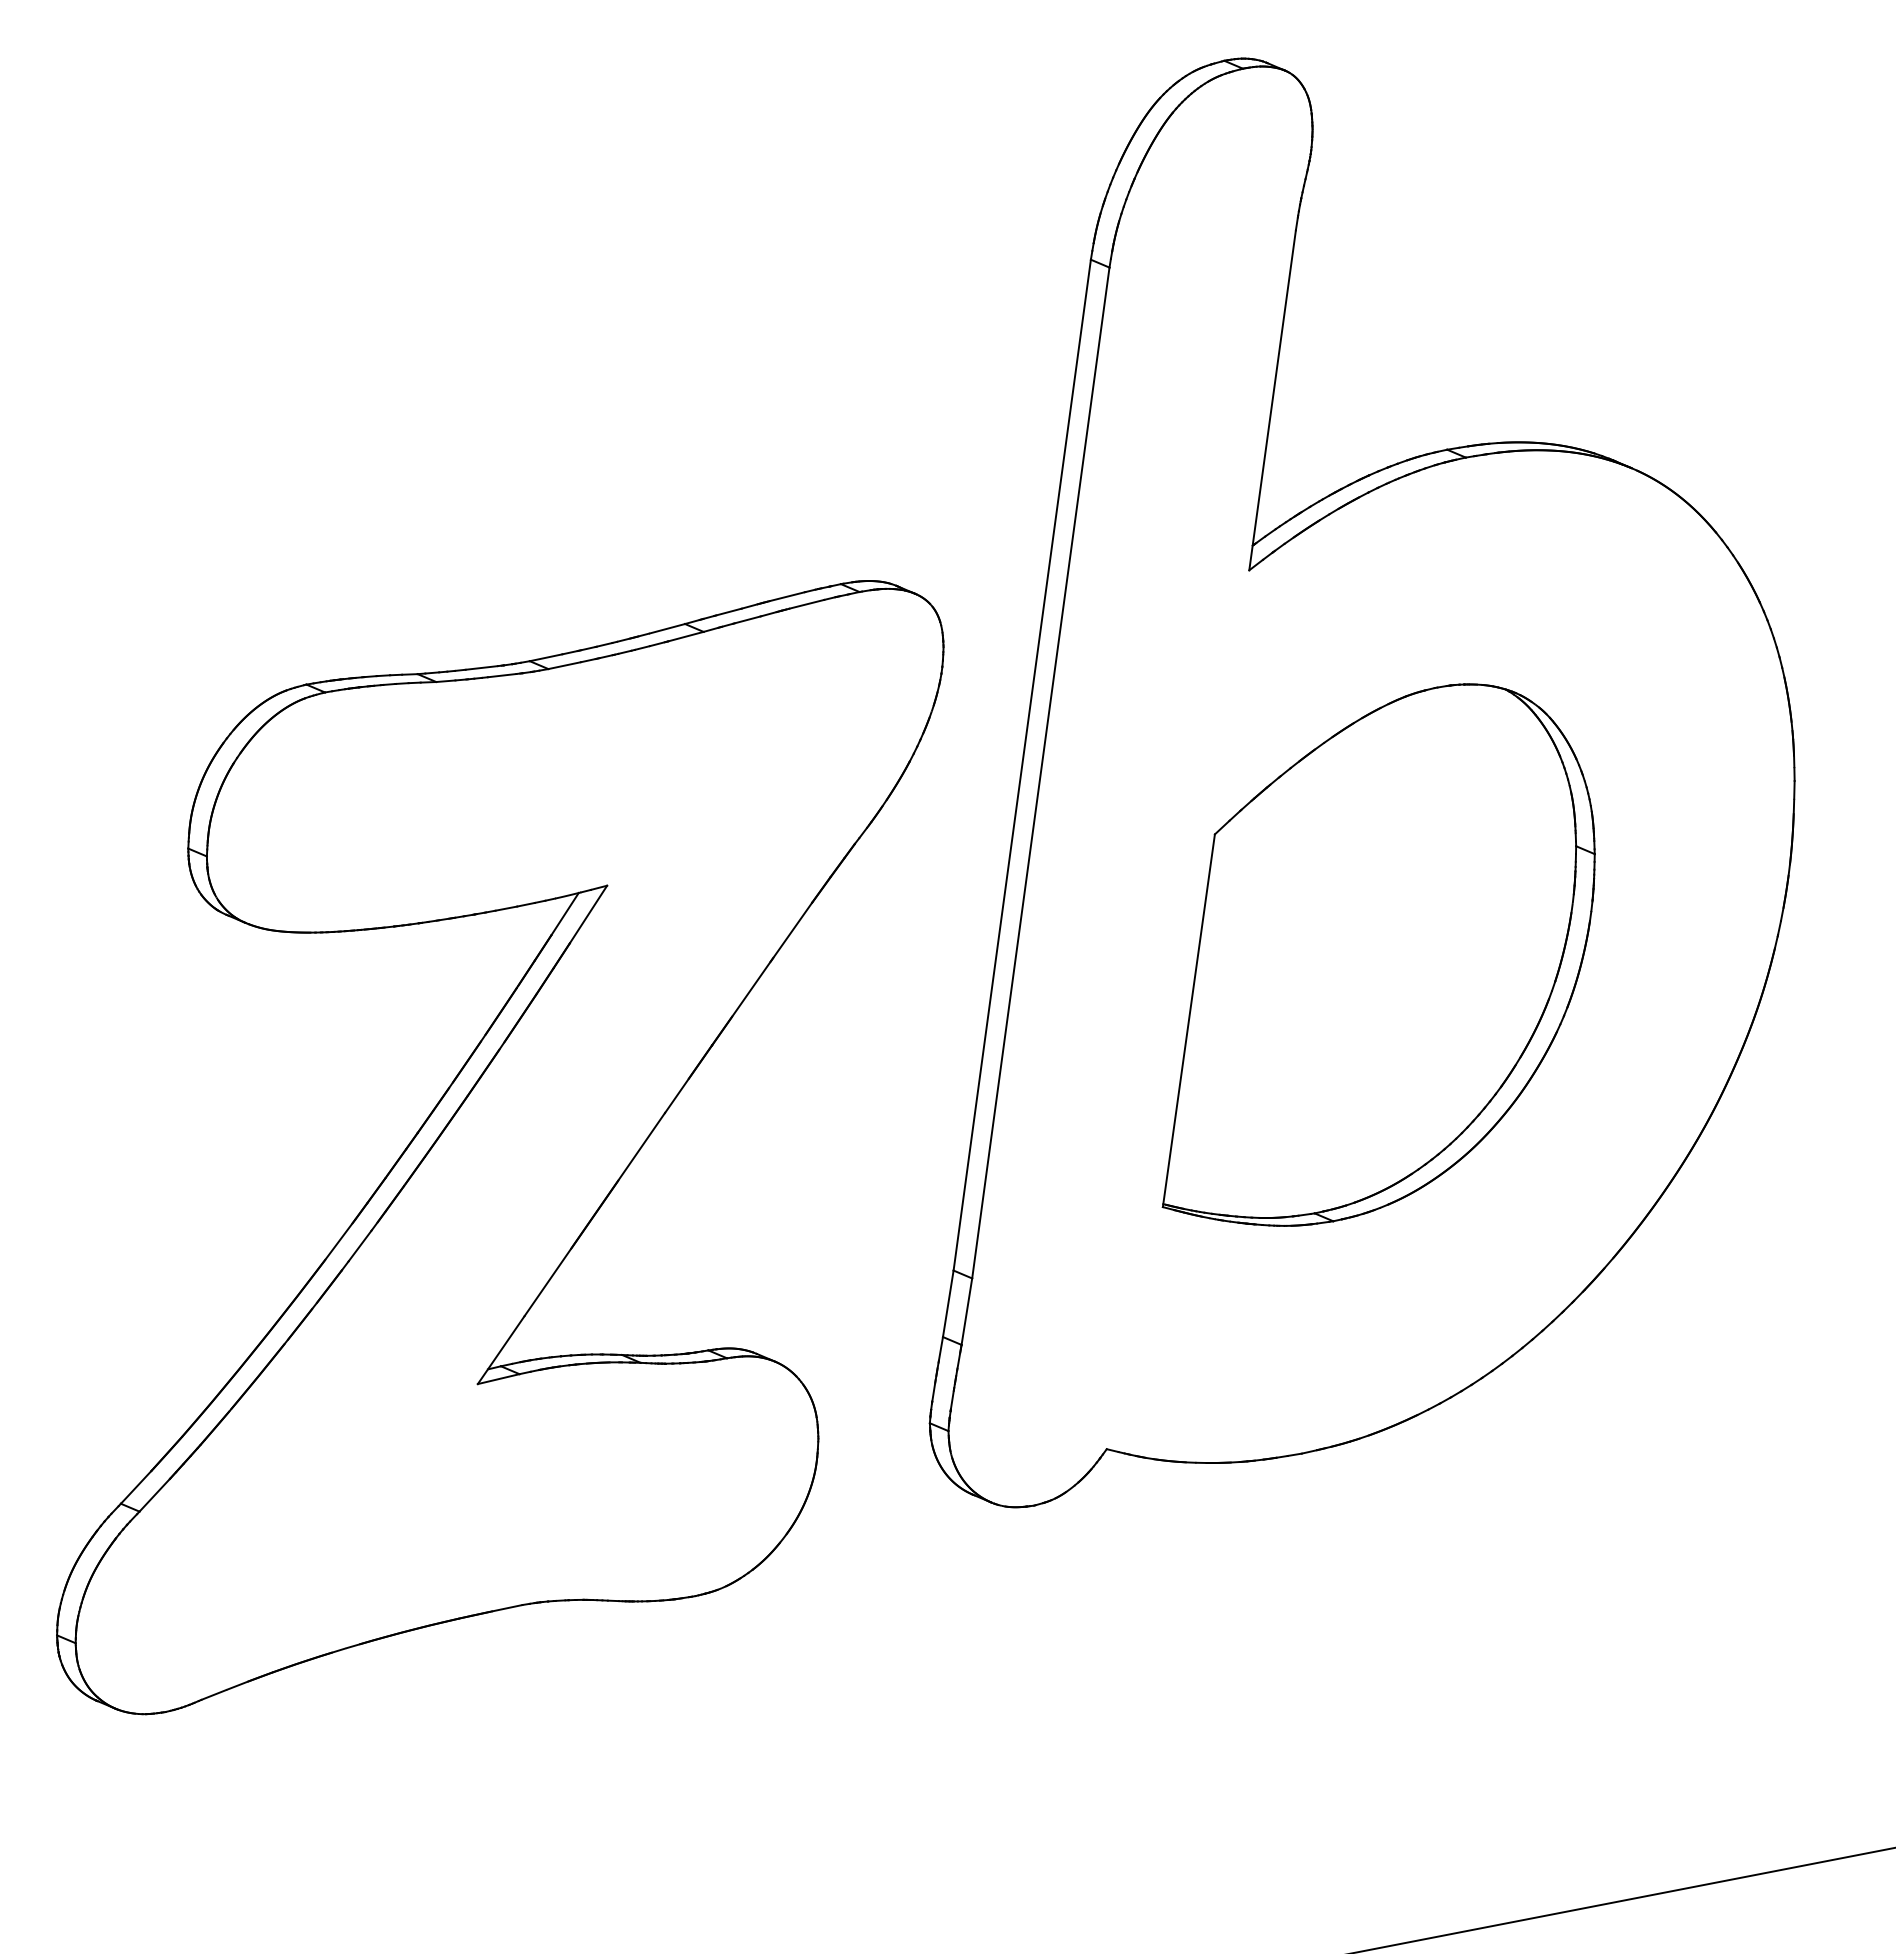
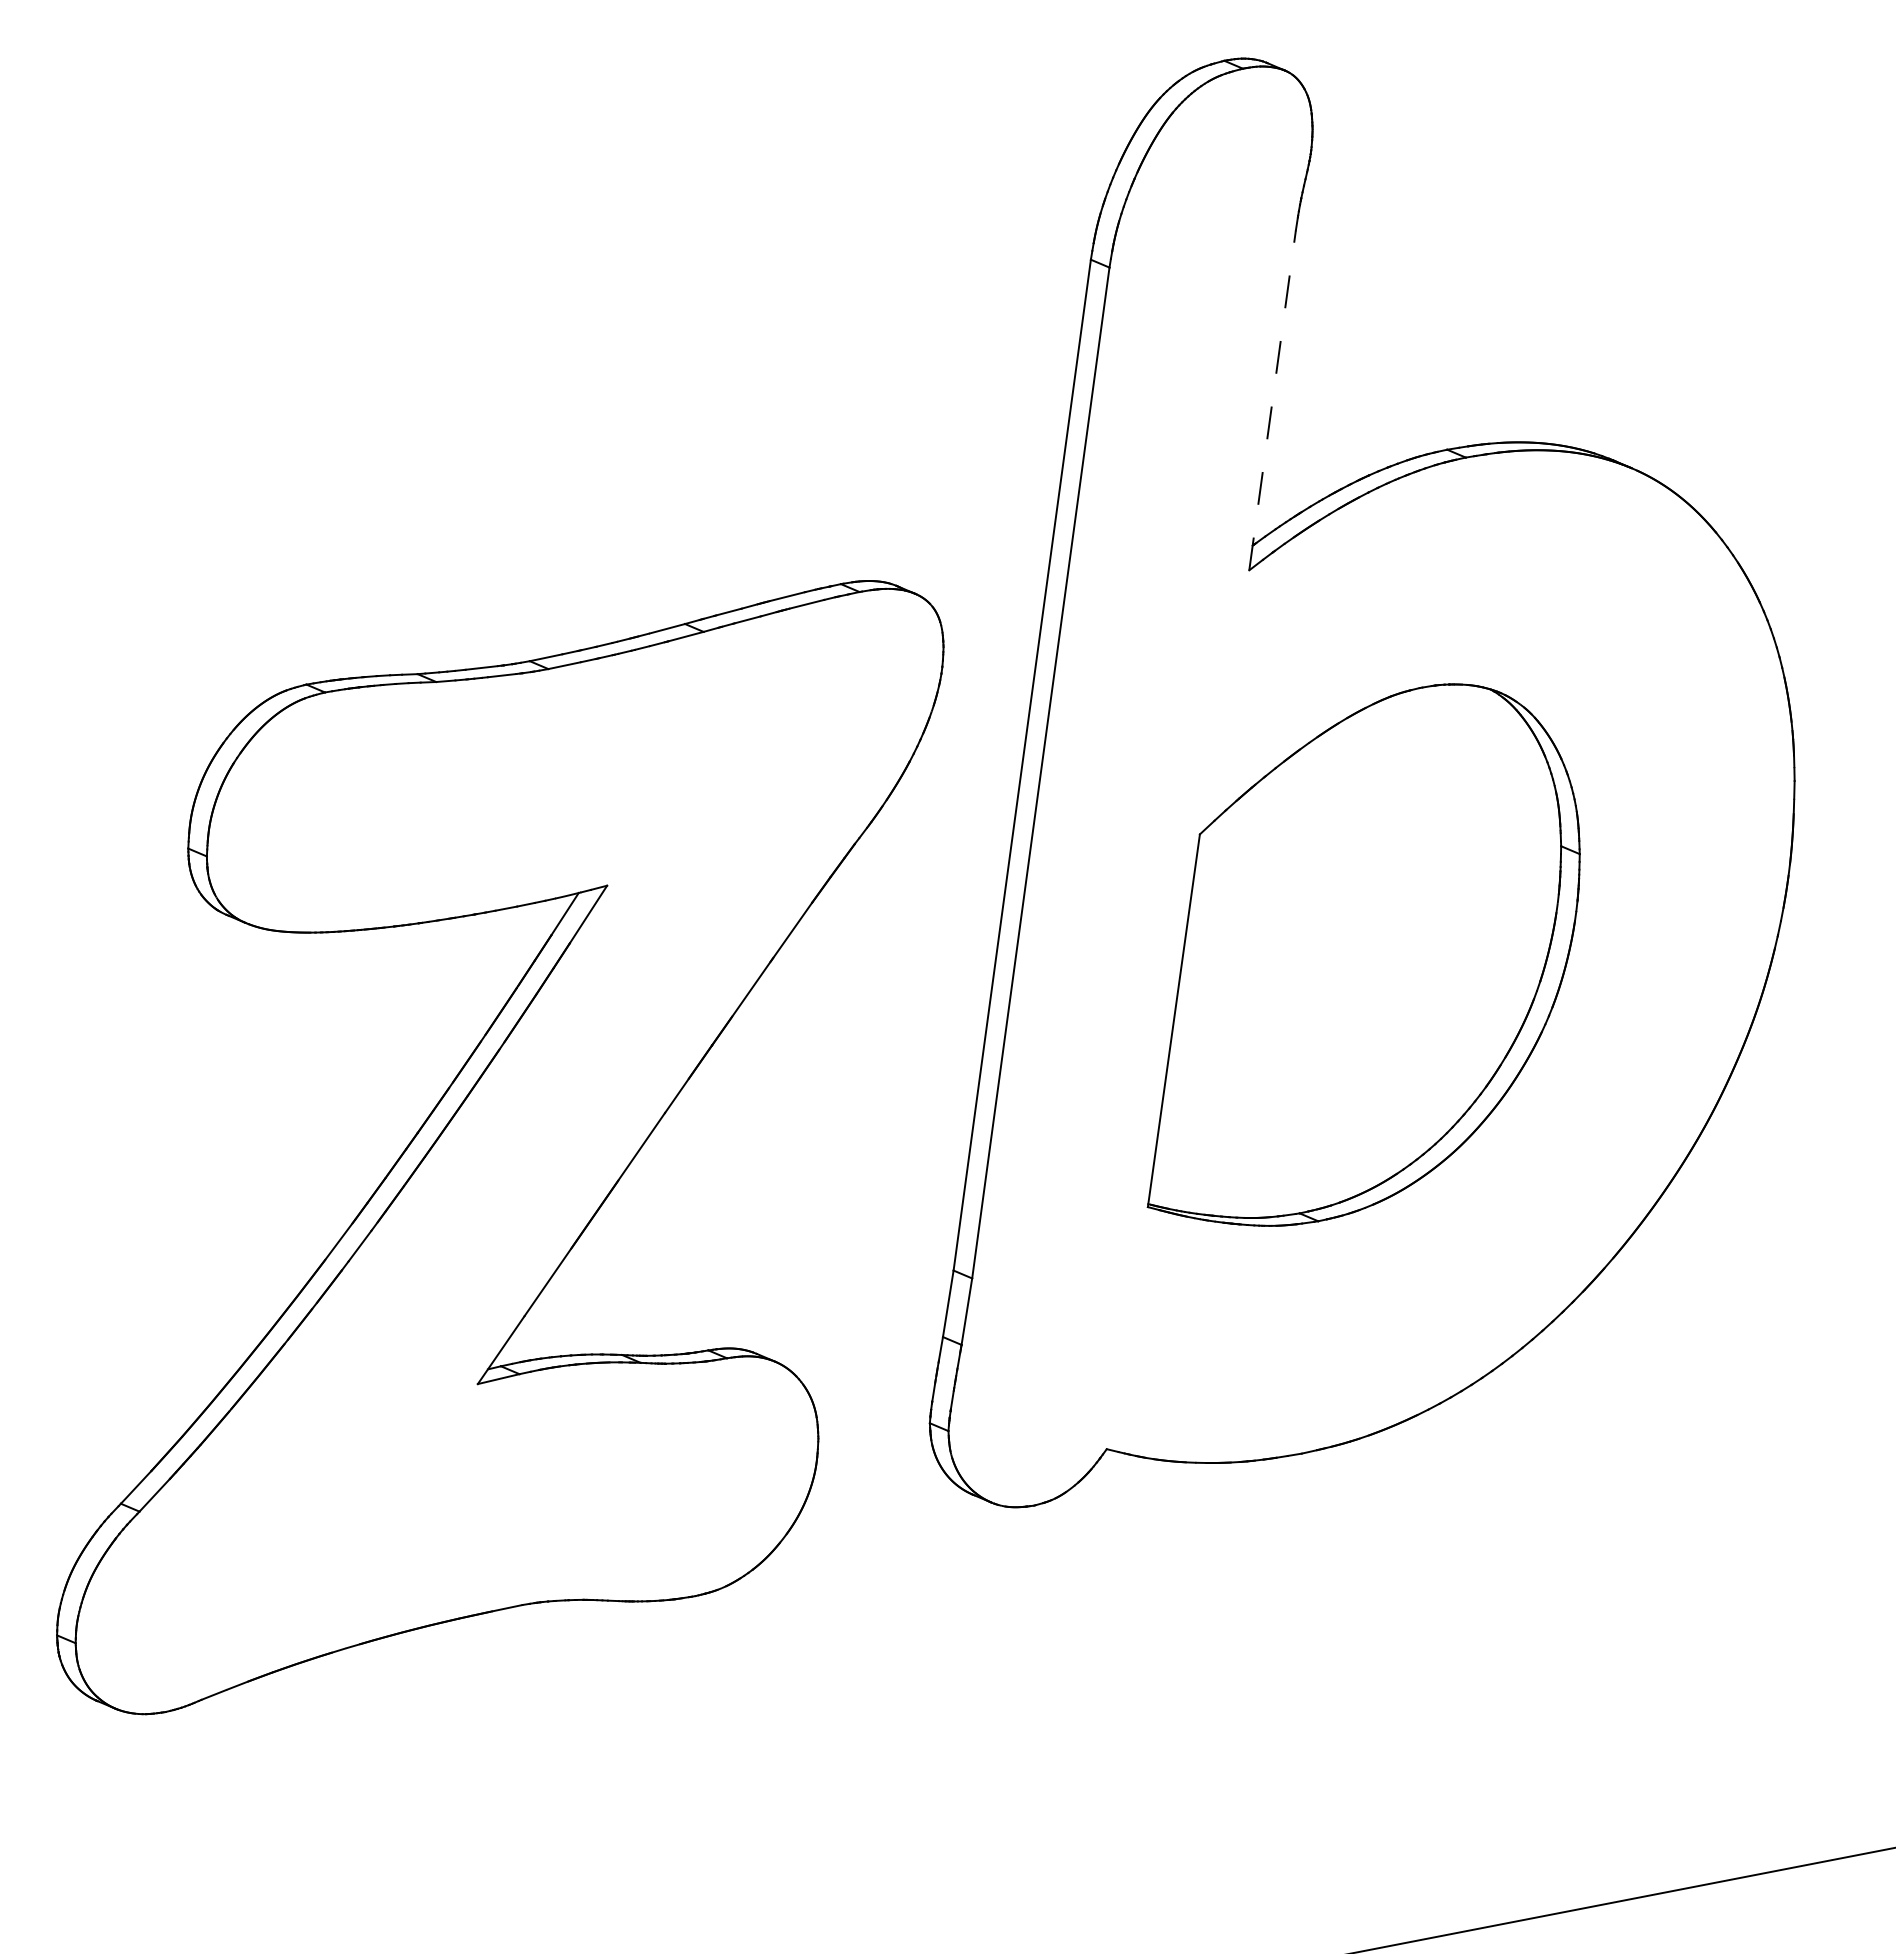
line at (1272, 400): solid -> dashed
part at (1378, 954) position: (1378, 954) -> (1363, 954)
